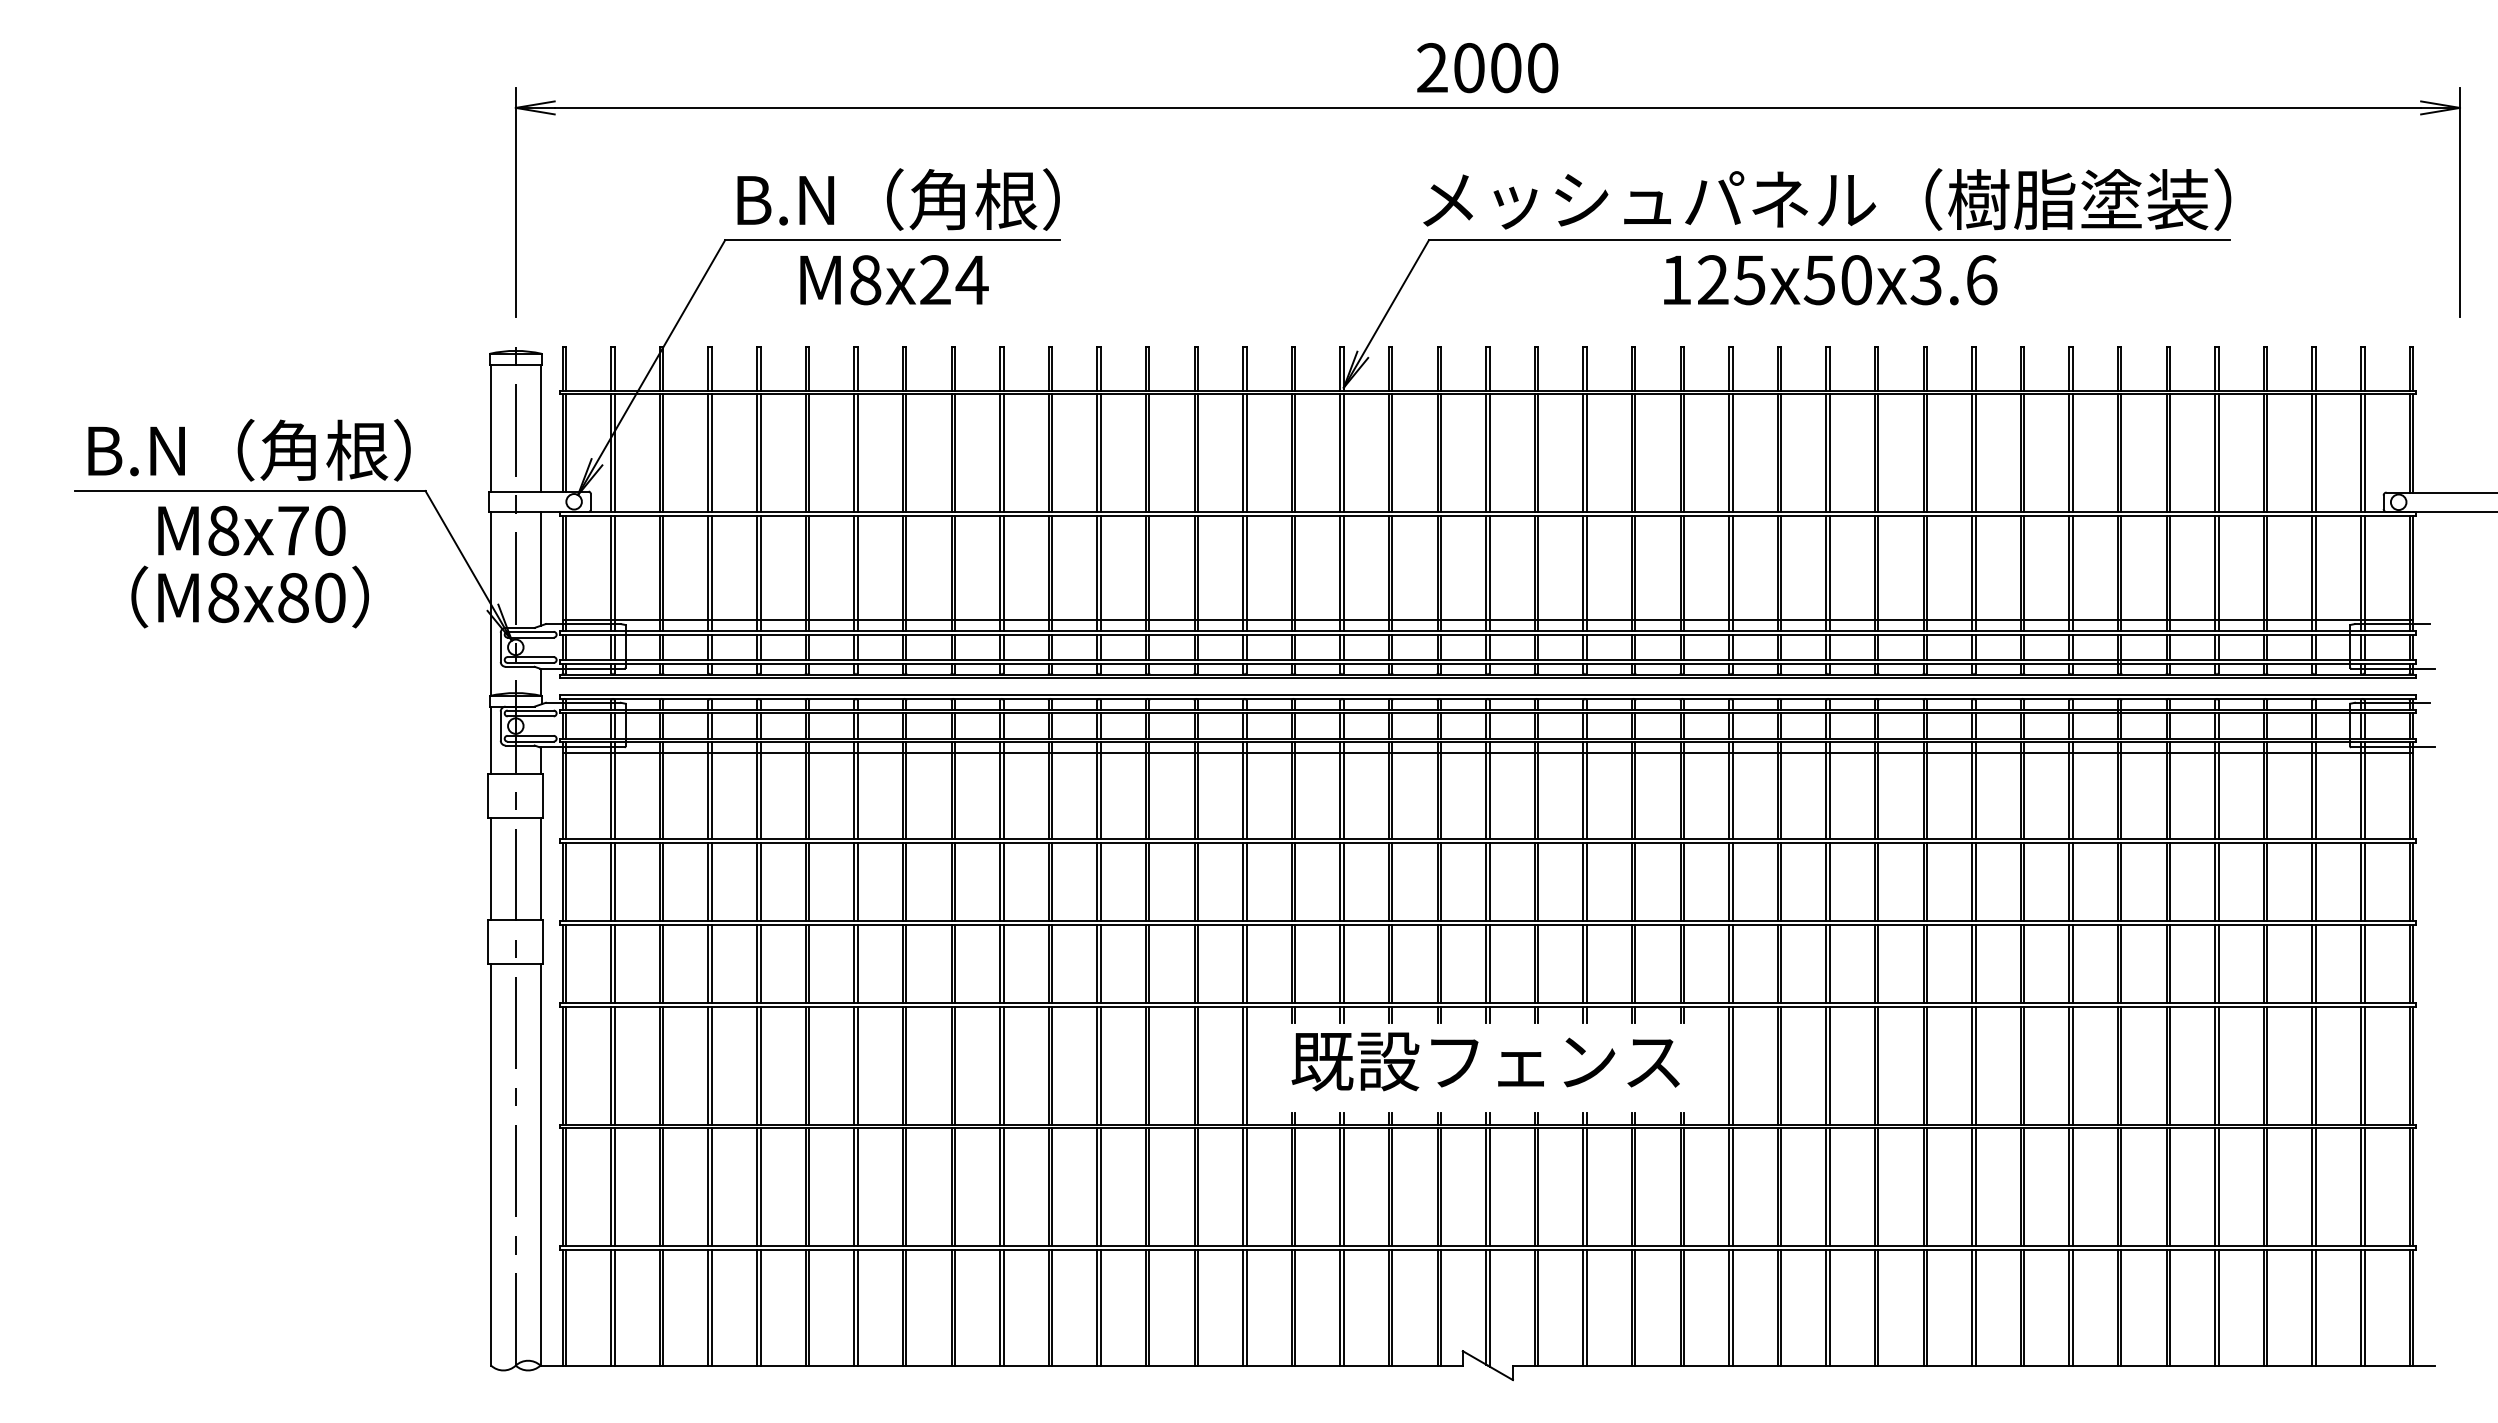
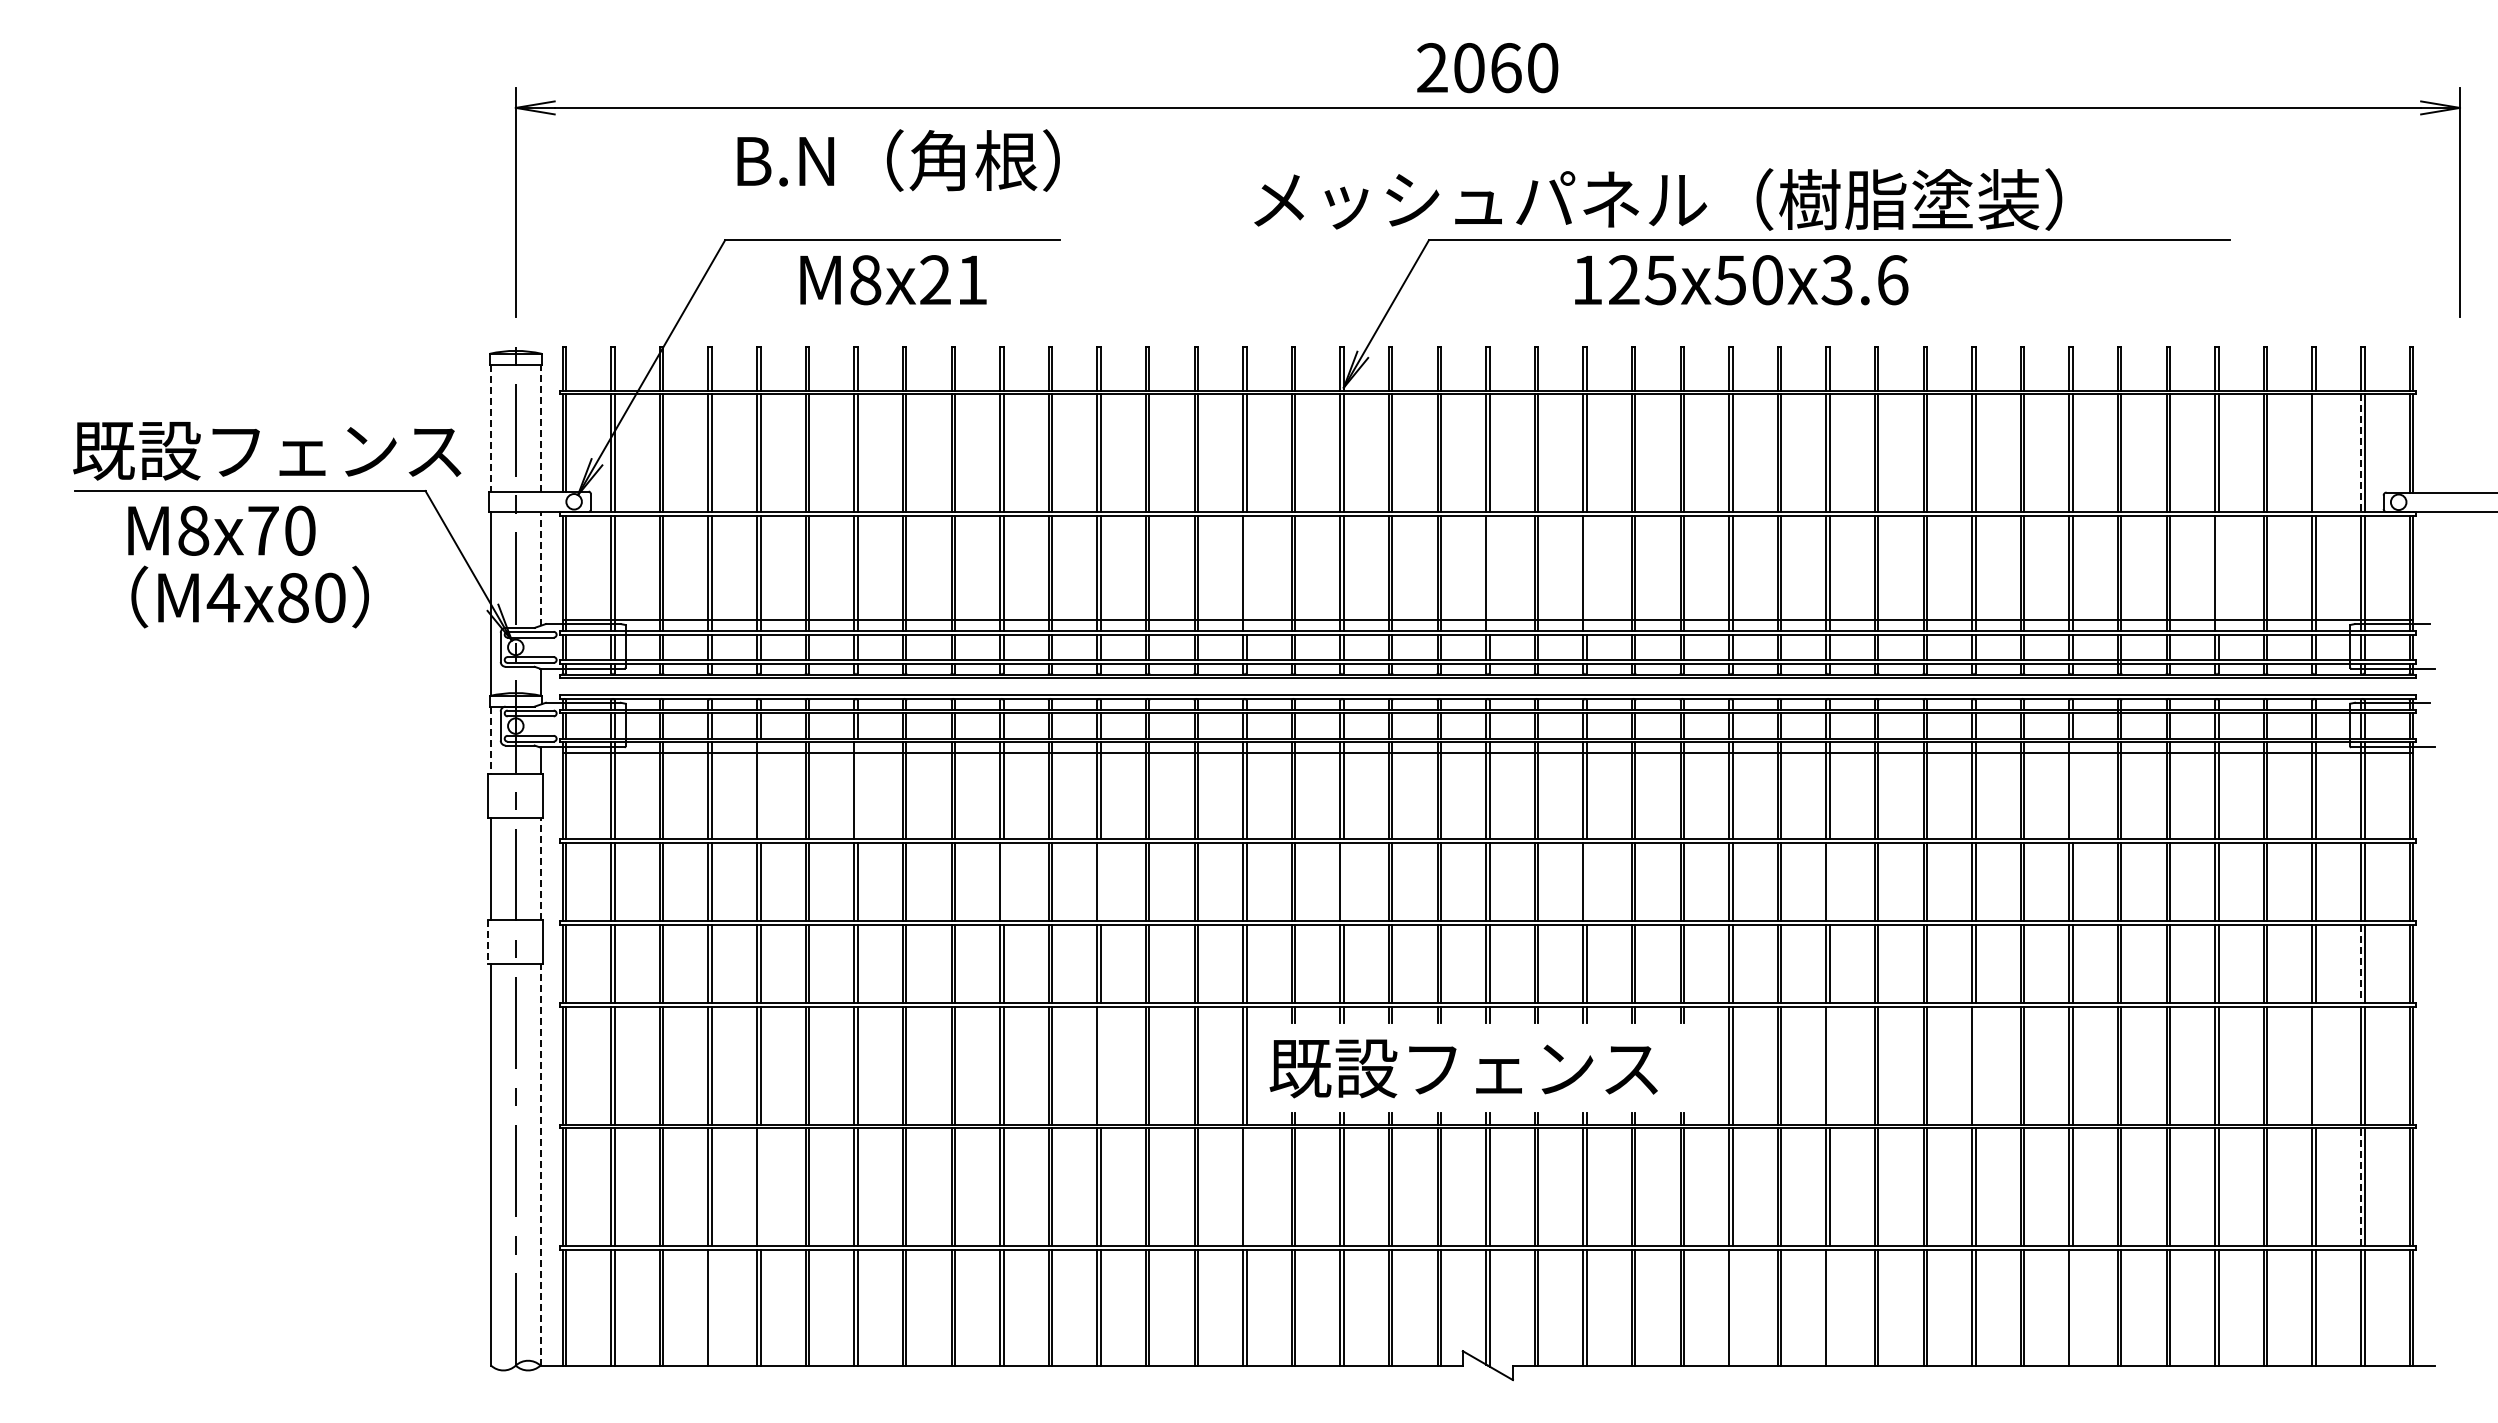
text at (1506, 68): 2000 -> 2060
text at (898, 199) position: (898, 199) -> (898, 160)
text at (1827, 199) position: (1827, 199) -> (1658, 199)
text at (971, 279): M8x24 -> M8x21
text at (1830, 280) position: (1830, 280) -> (1741, 280)
line at (491, 428): solid -> dashed
line at (540, 428): solid -> dashed
text at (267, 449): B.N（角根） -> 既設フェンス
line at (2315, 453): present -> none
line at (2360, 453): solid -> dashed
text at (251, 530) position: (251, 530) -> (221, 530)
line at (540, 568): solid -> dashed
line at (1246, 573): present -> none
line at (1489, 573): present -> none
line at (1586, 573): present -> none
line at (2218, 573): present -> none
text at (223, 598): M8x80 -> M4x80
line at (491, 740): solid -> dashed
line at (760, 790): present -> none
line at (857, 790): present -> none
line at (2072, 790): present -> none
line at (540, 868): solid -> dashed
line at (1003, 881): present -> none
line at (1100, 881): present -> none
line at (1343, 881): present -> none
line at (1586, 881): present -> none
line at (1829, 881): present -> none
line at (488, 941): solid -> dashed
line at (2360, 964): solid -> dashed
text at (1485, 1061) position: (1485, 1061) -> (1463, 1068)
line at (1100, 1065): present -> none
line at (1829, 1065): present -> none
line at (1975, 1065): present -> none
line at (2315, 1065): present -> none
line at (540, 1164): solid -> dashed
line at (2360, 1186): solid -> dashed
line at (760, 1187): present -> none
line at (1246, 1187): present -> none
line at (711, 1307): present -> none
line at (1732, 1307): present -> none
line at (1829, 1307): present -> none
line at (2072, 1307): present -> none
